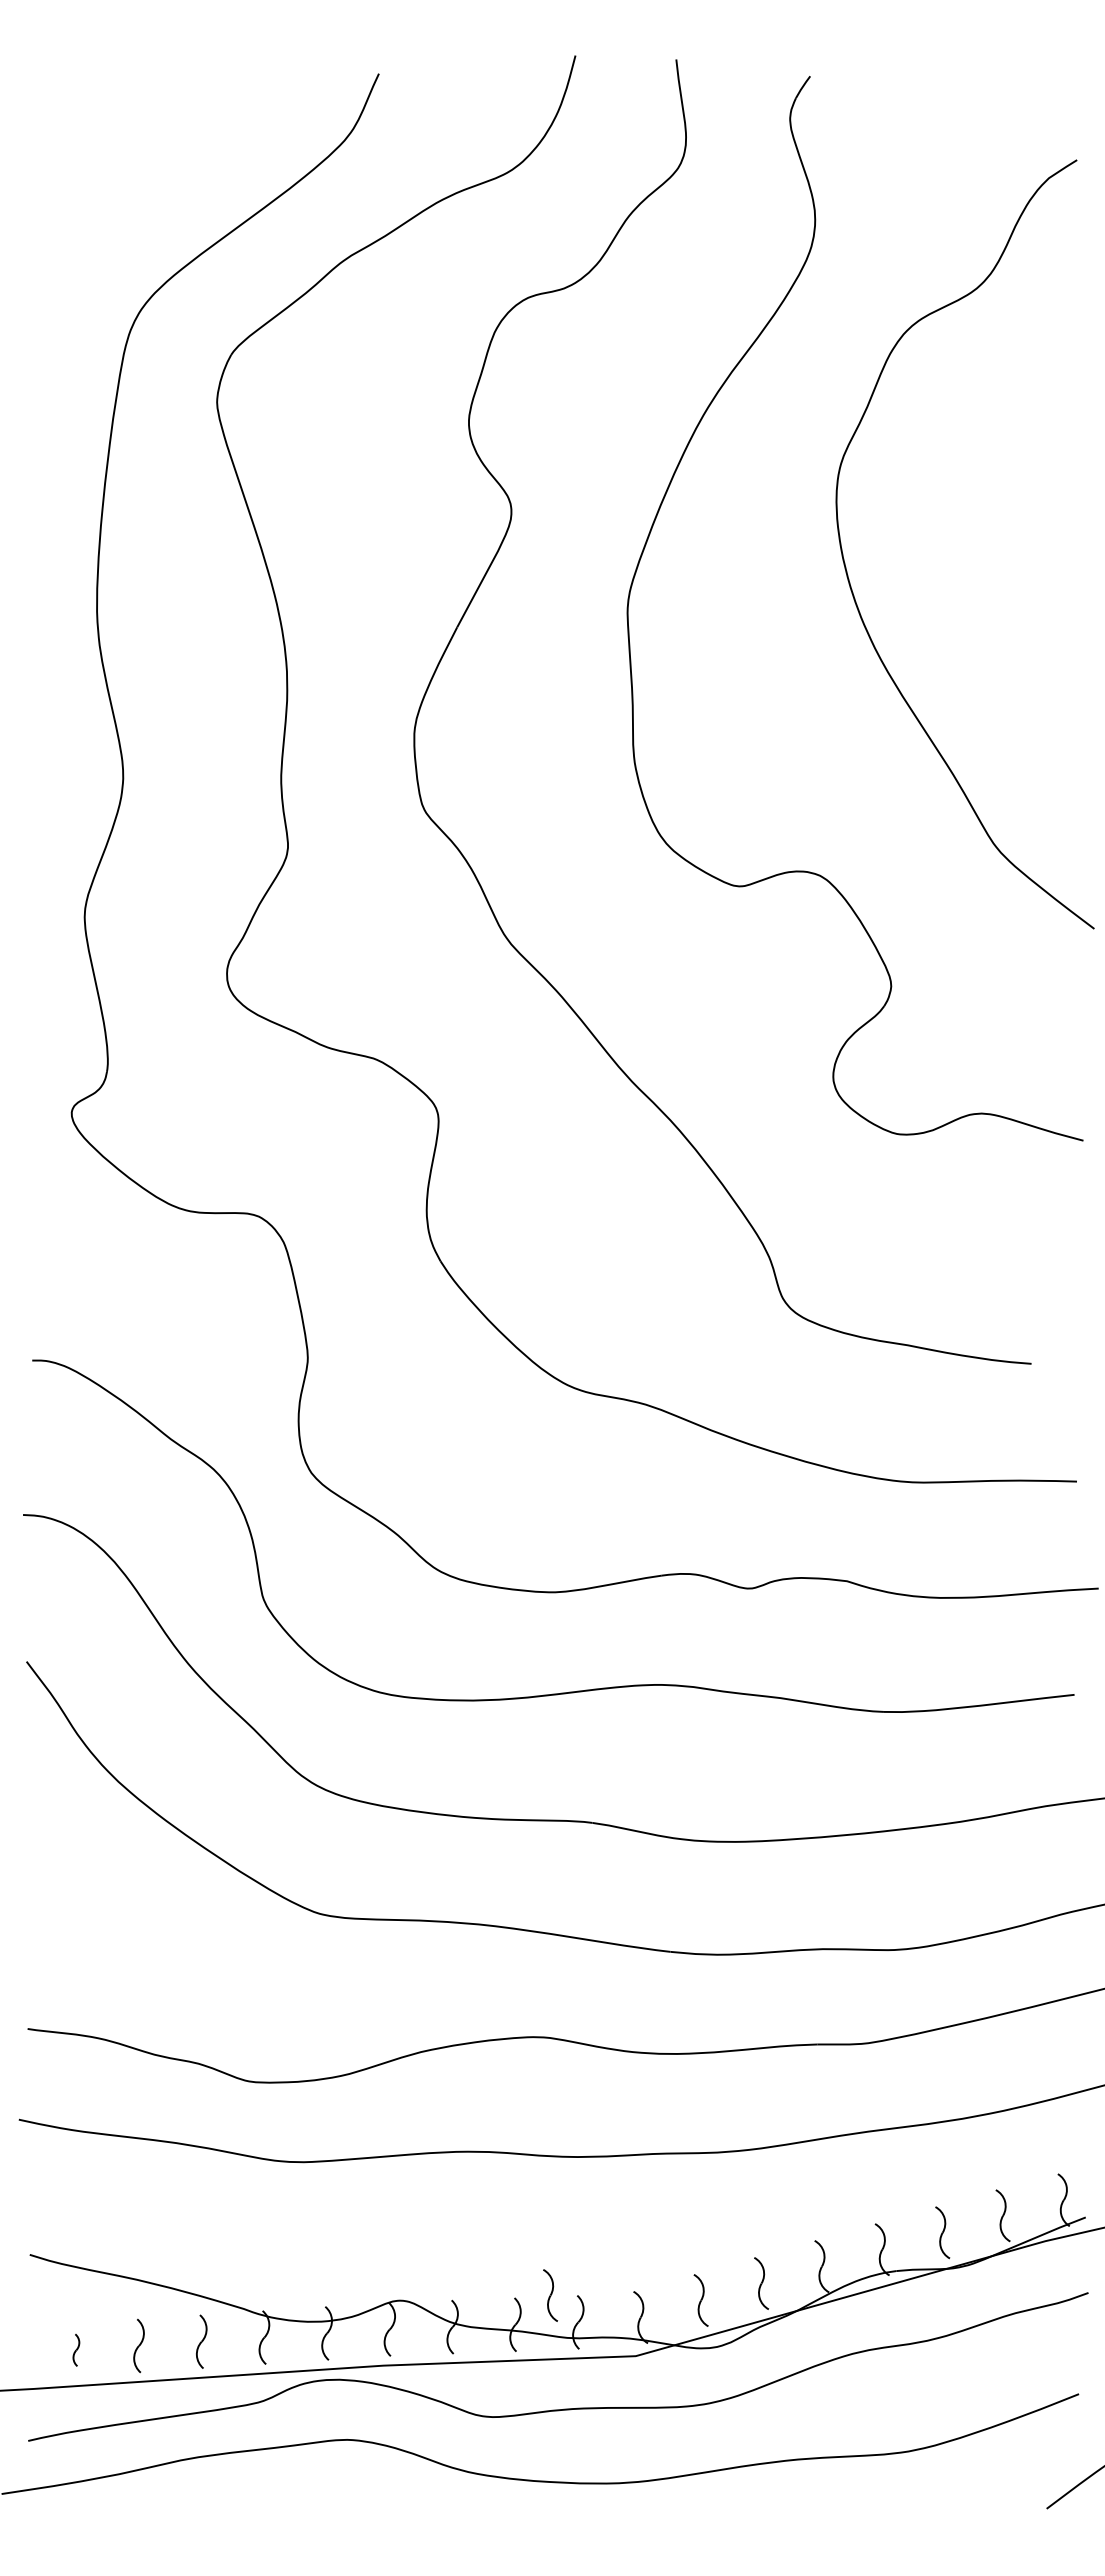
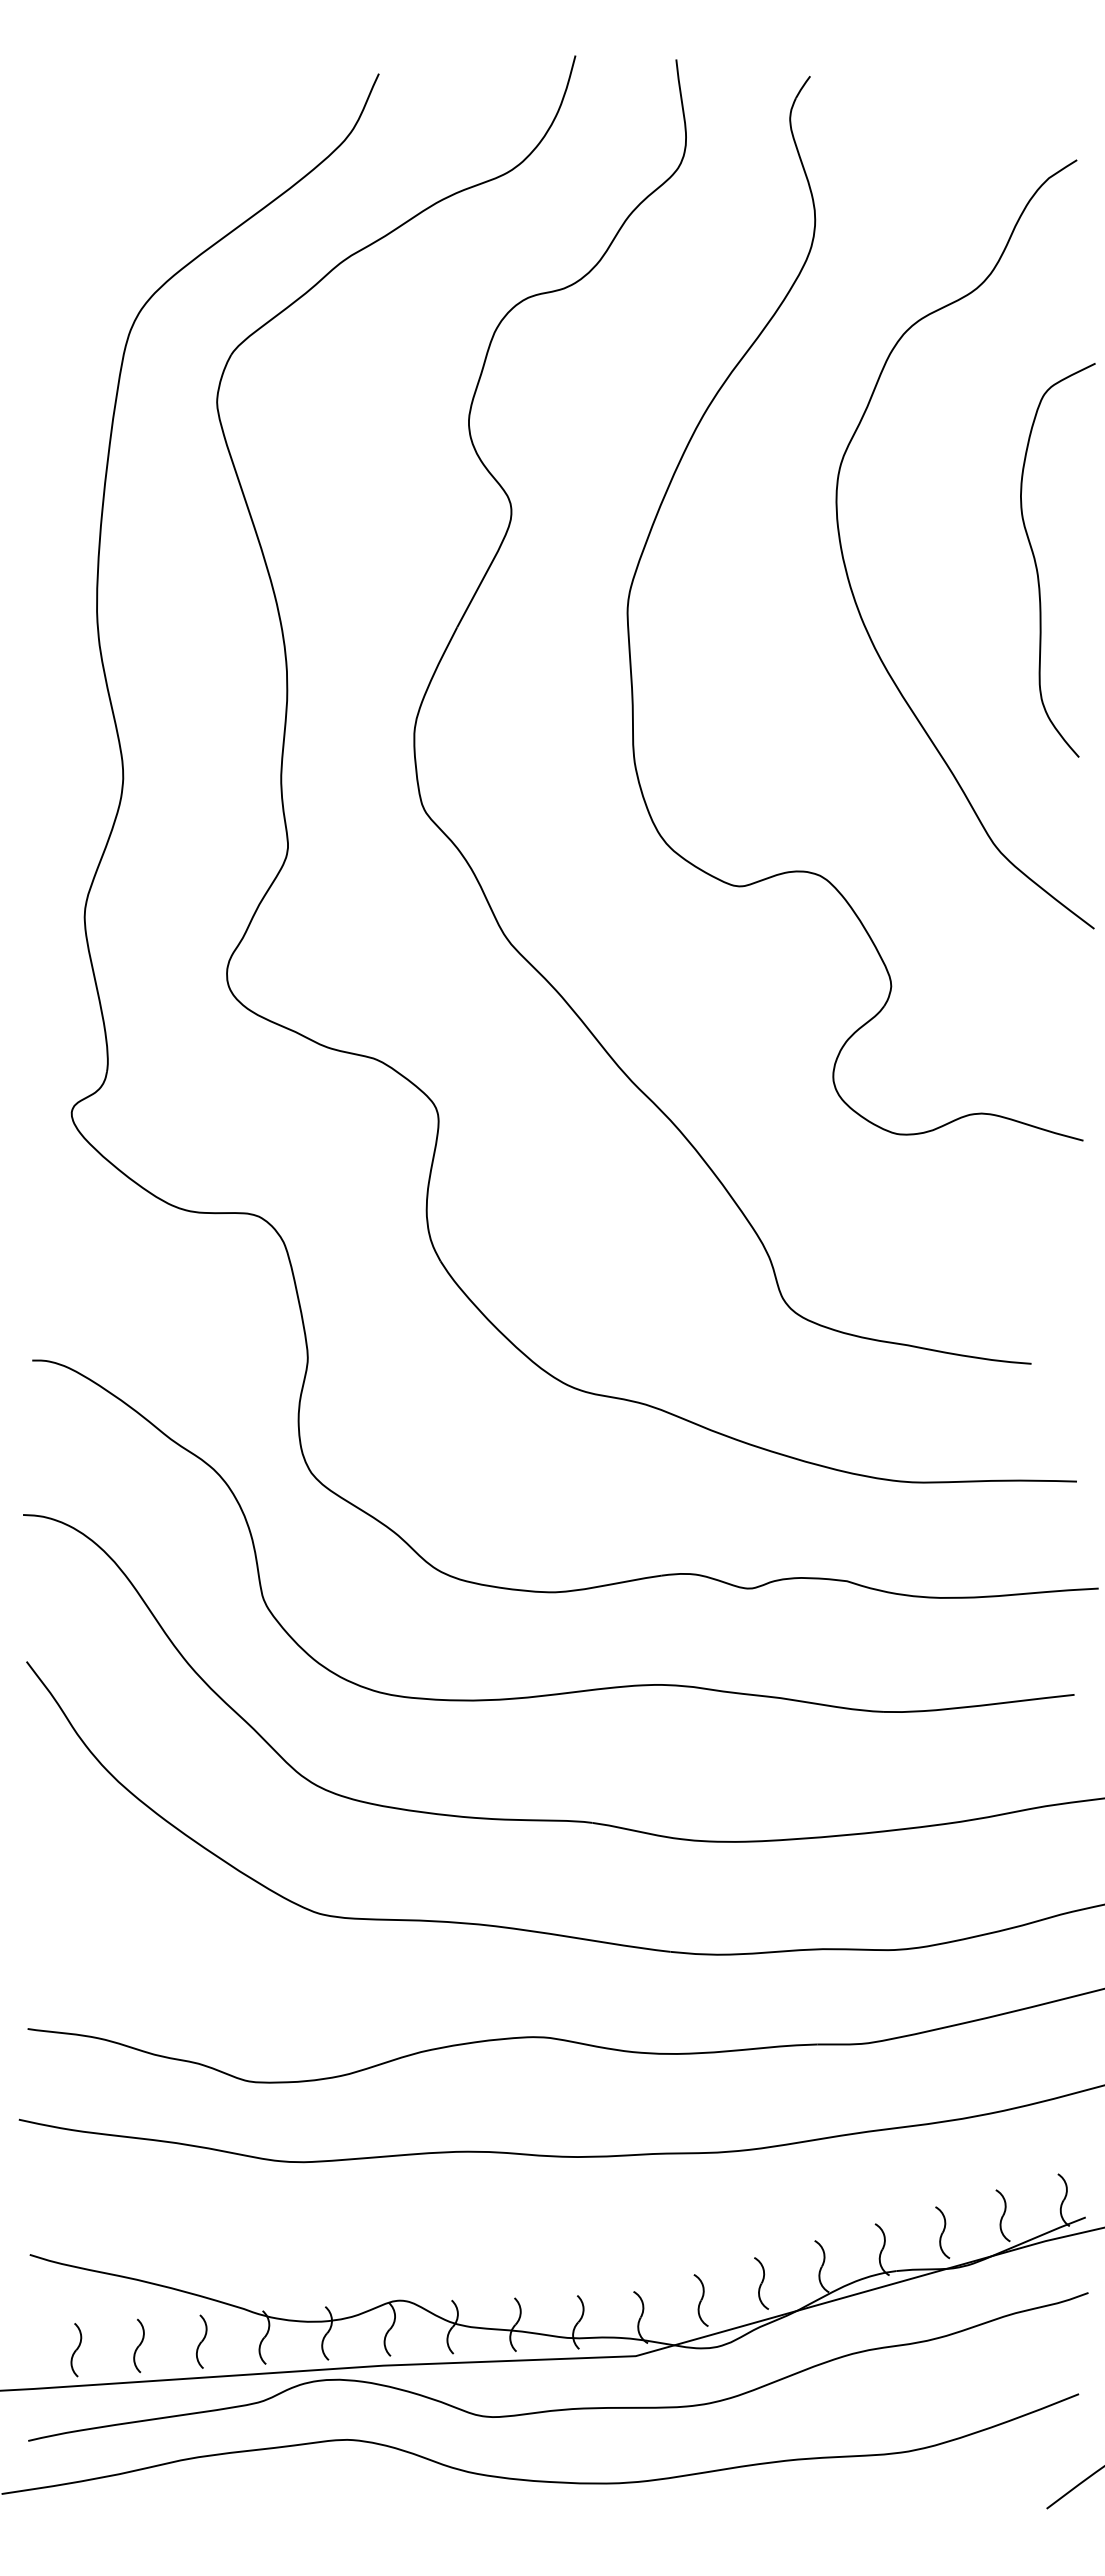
curve at (1037, 566): none -> present
part at (550, 2295): present -> none
part at (76, 2350) size: 9x33 px -> 13x55 px
